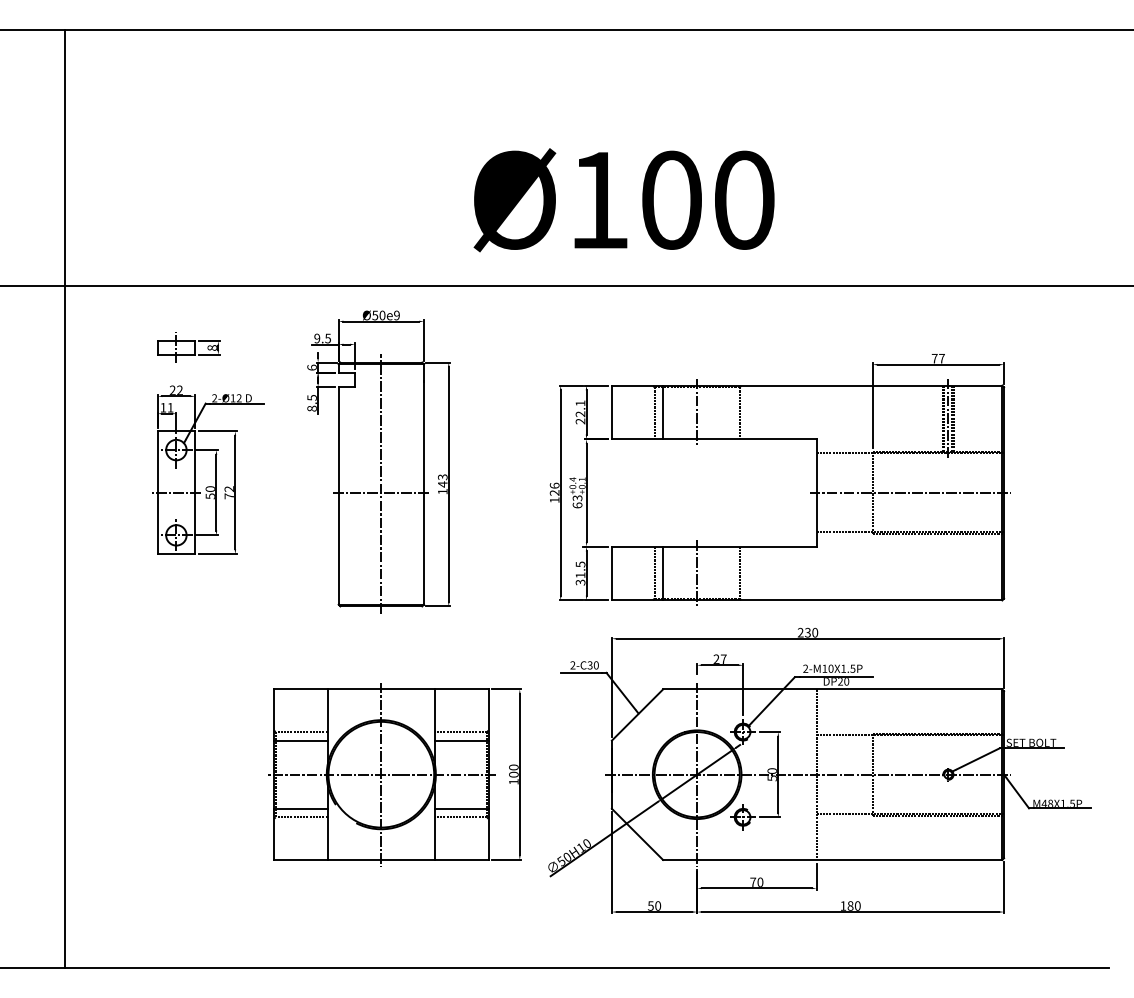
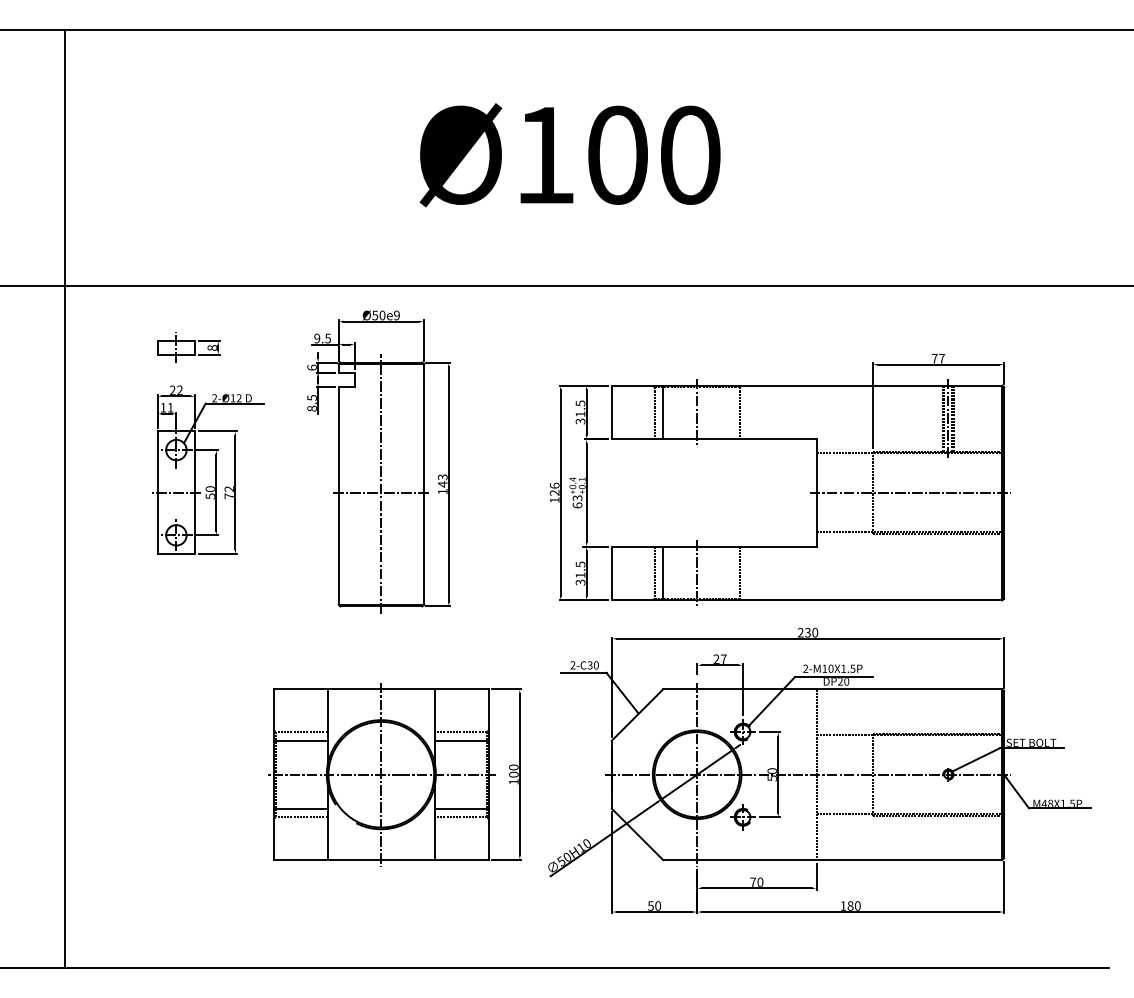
text at (623, 200) position: (623, 200) -> (569, 155)
text at (580, 412): 22.1 -> 31.5
